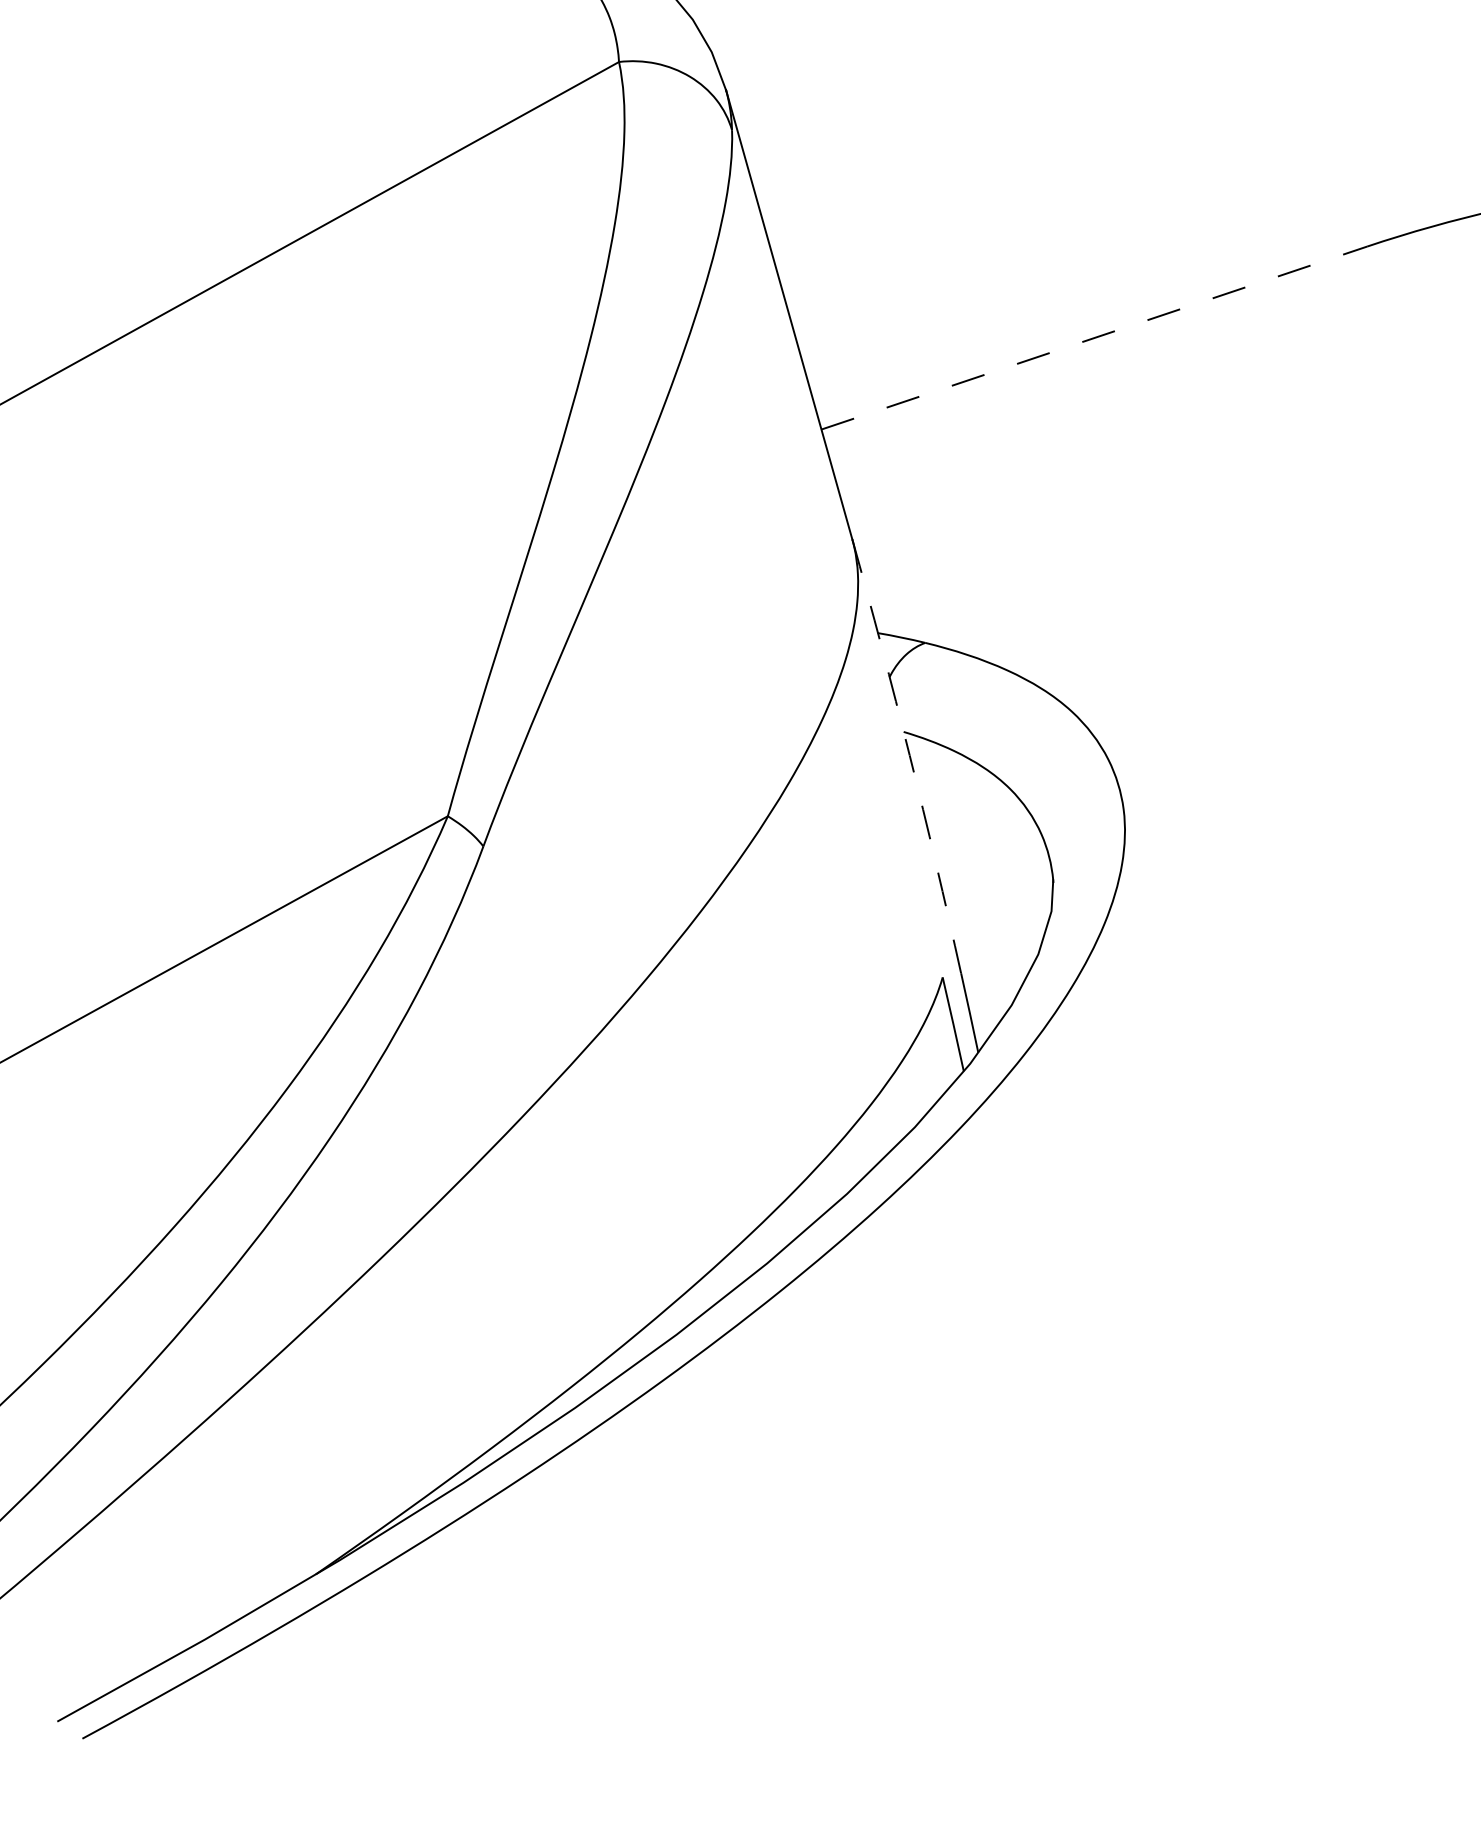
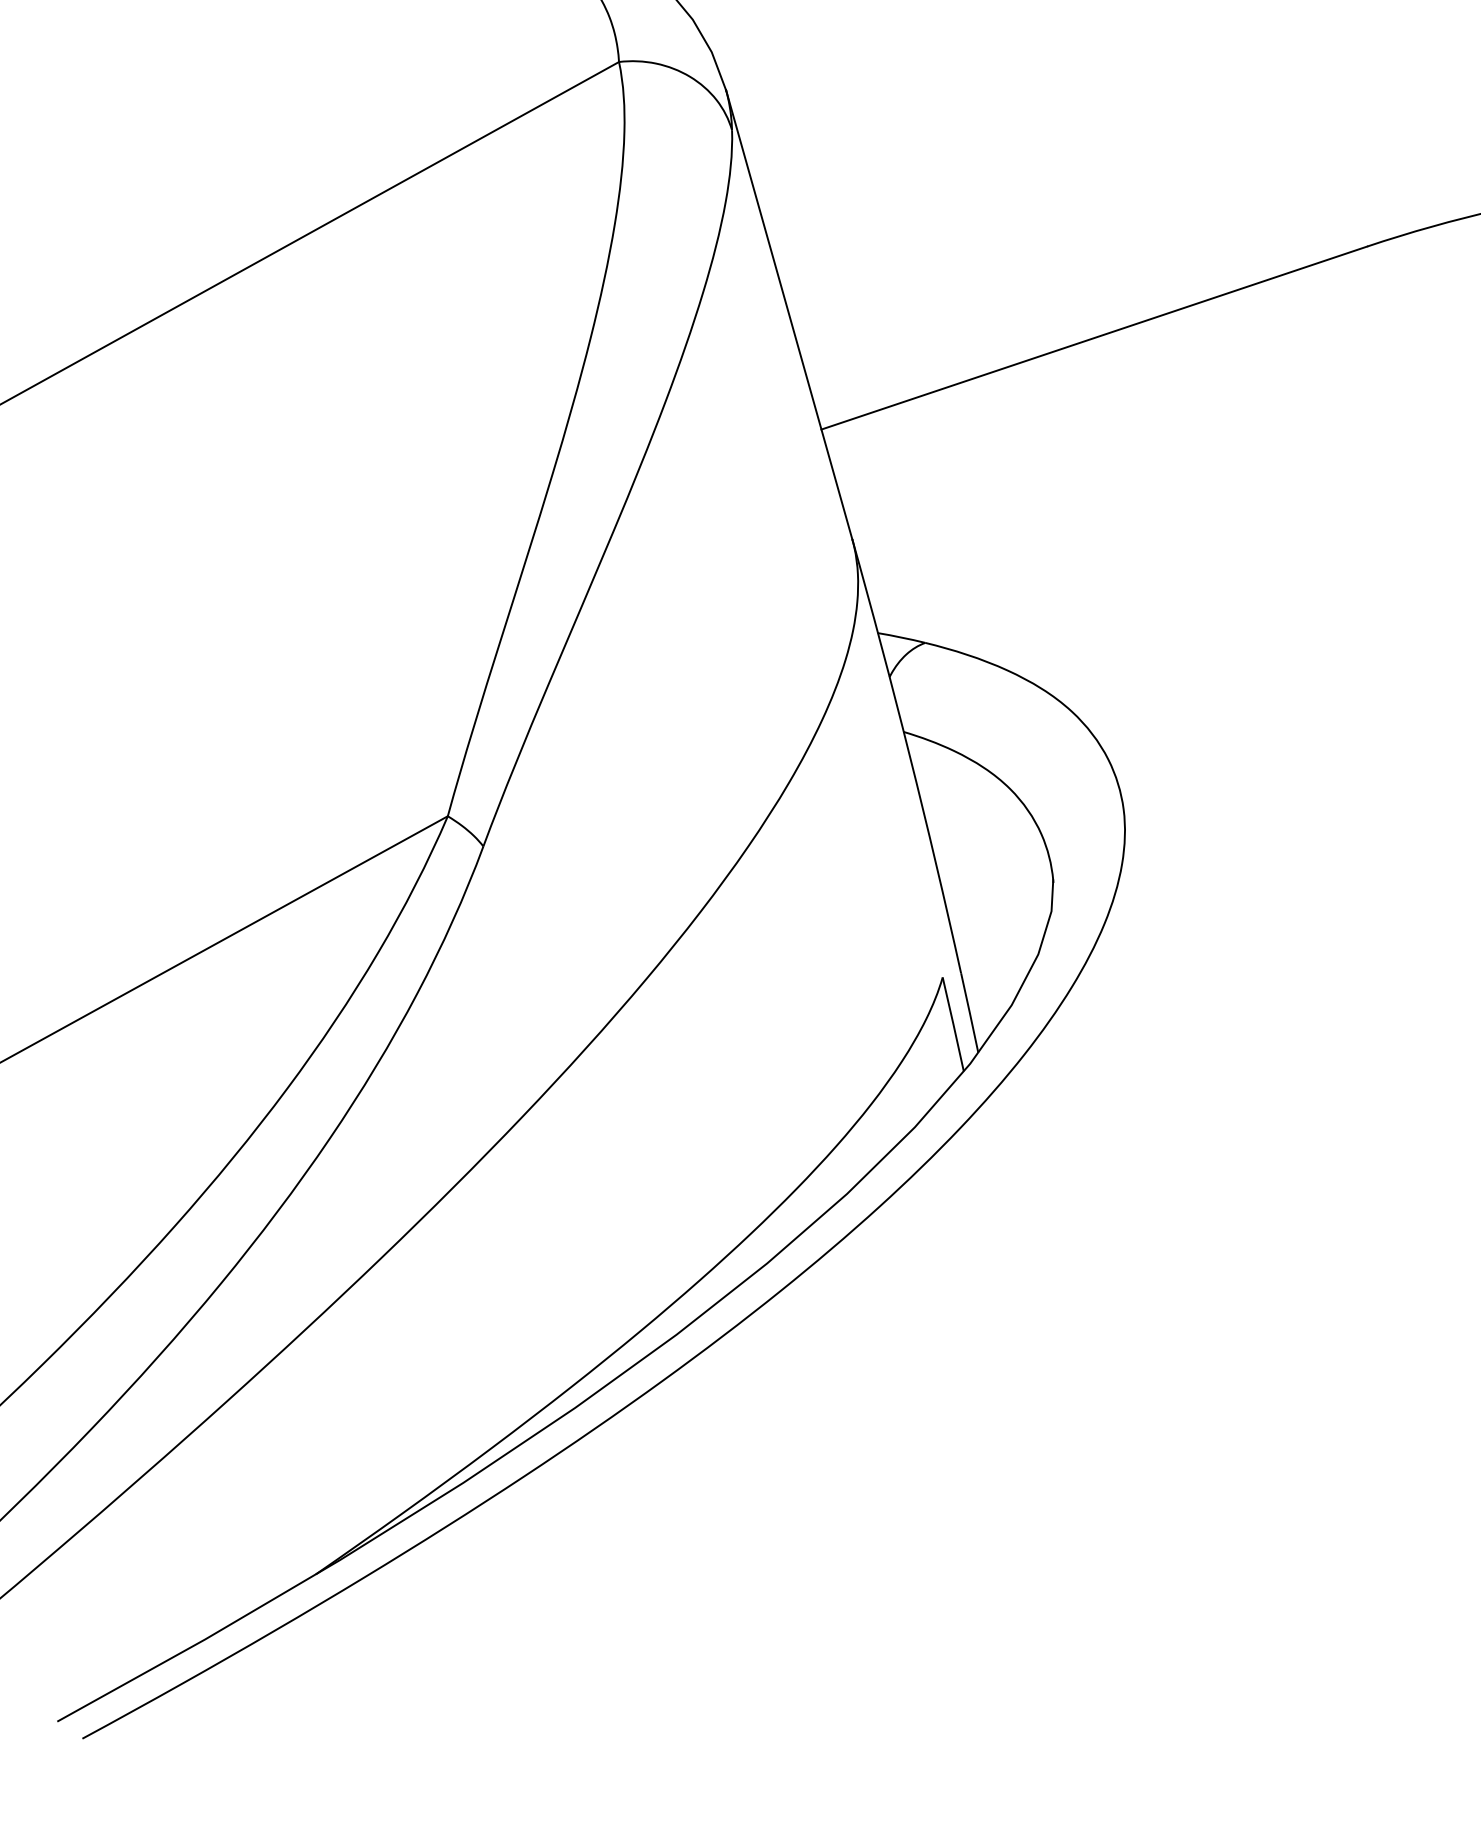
line at (1094, 338): dashed -> solid
arc at (909, 755): dashed -> solid
